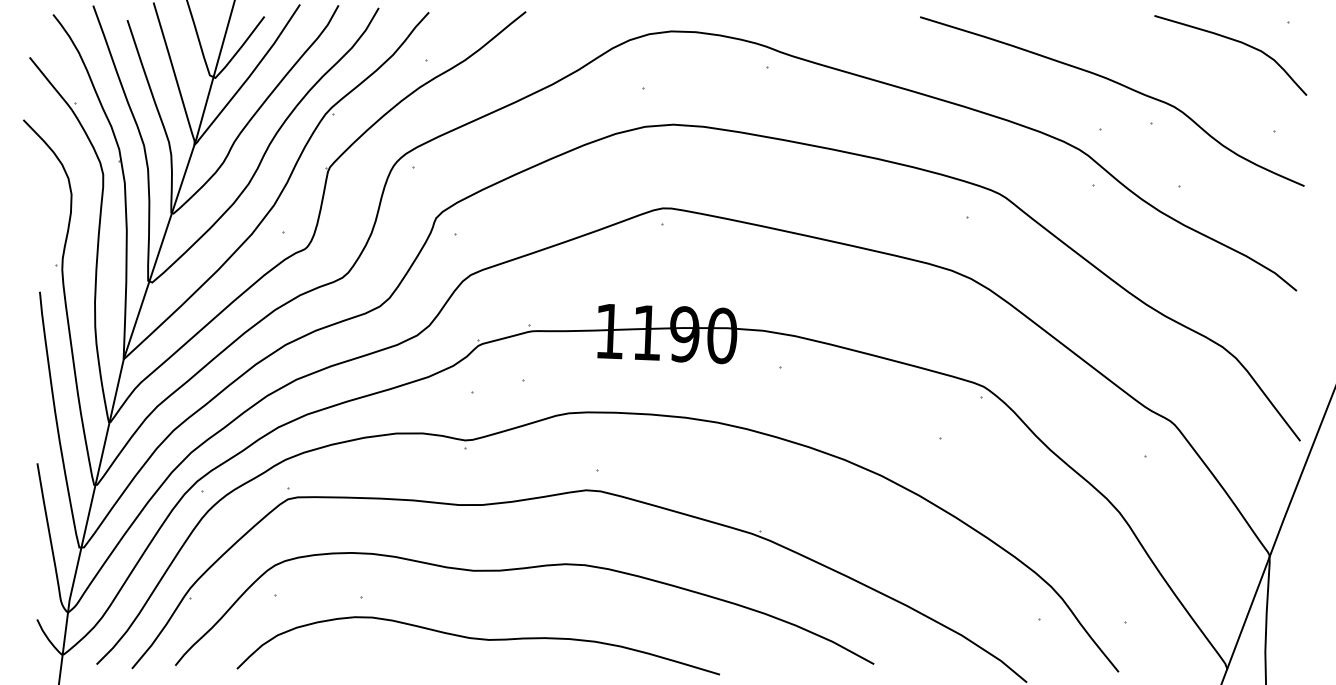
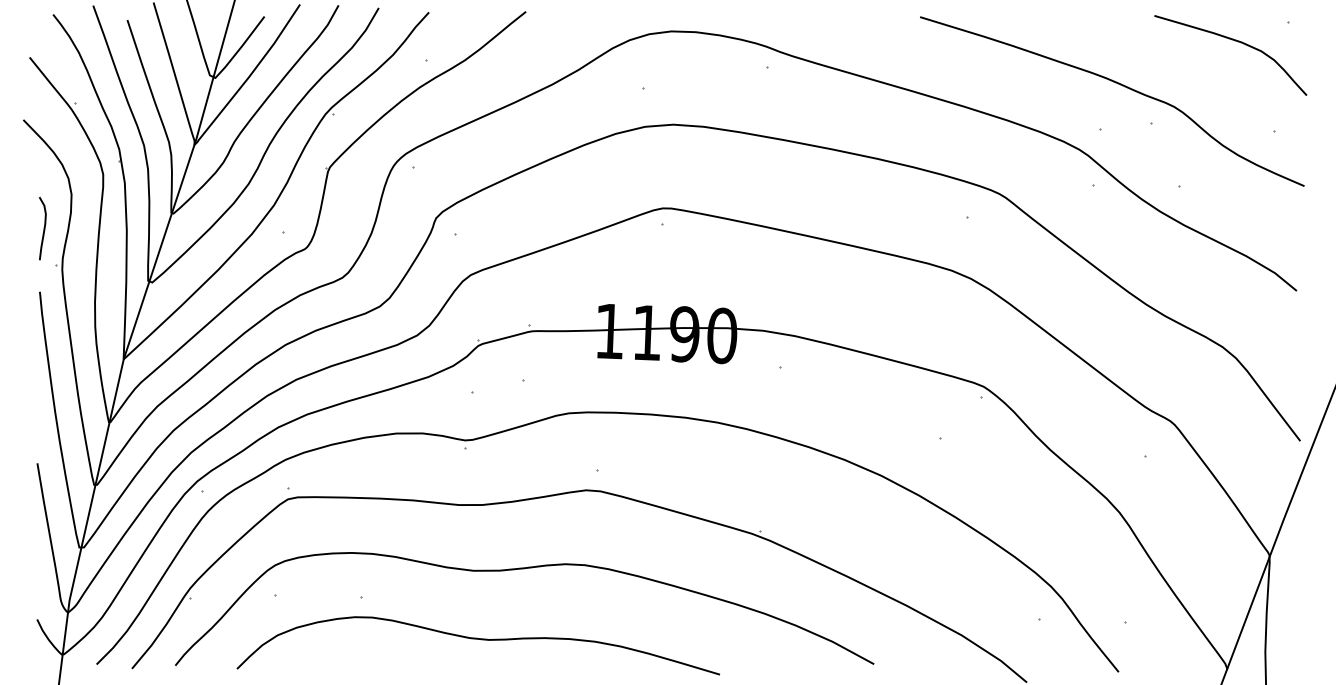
curve at (43, 228): none -> present
